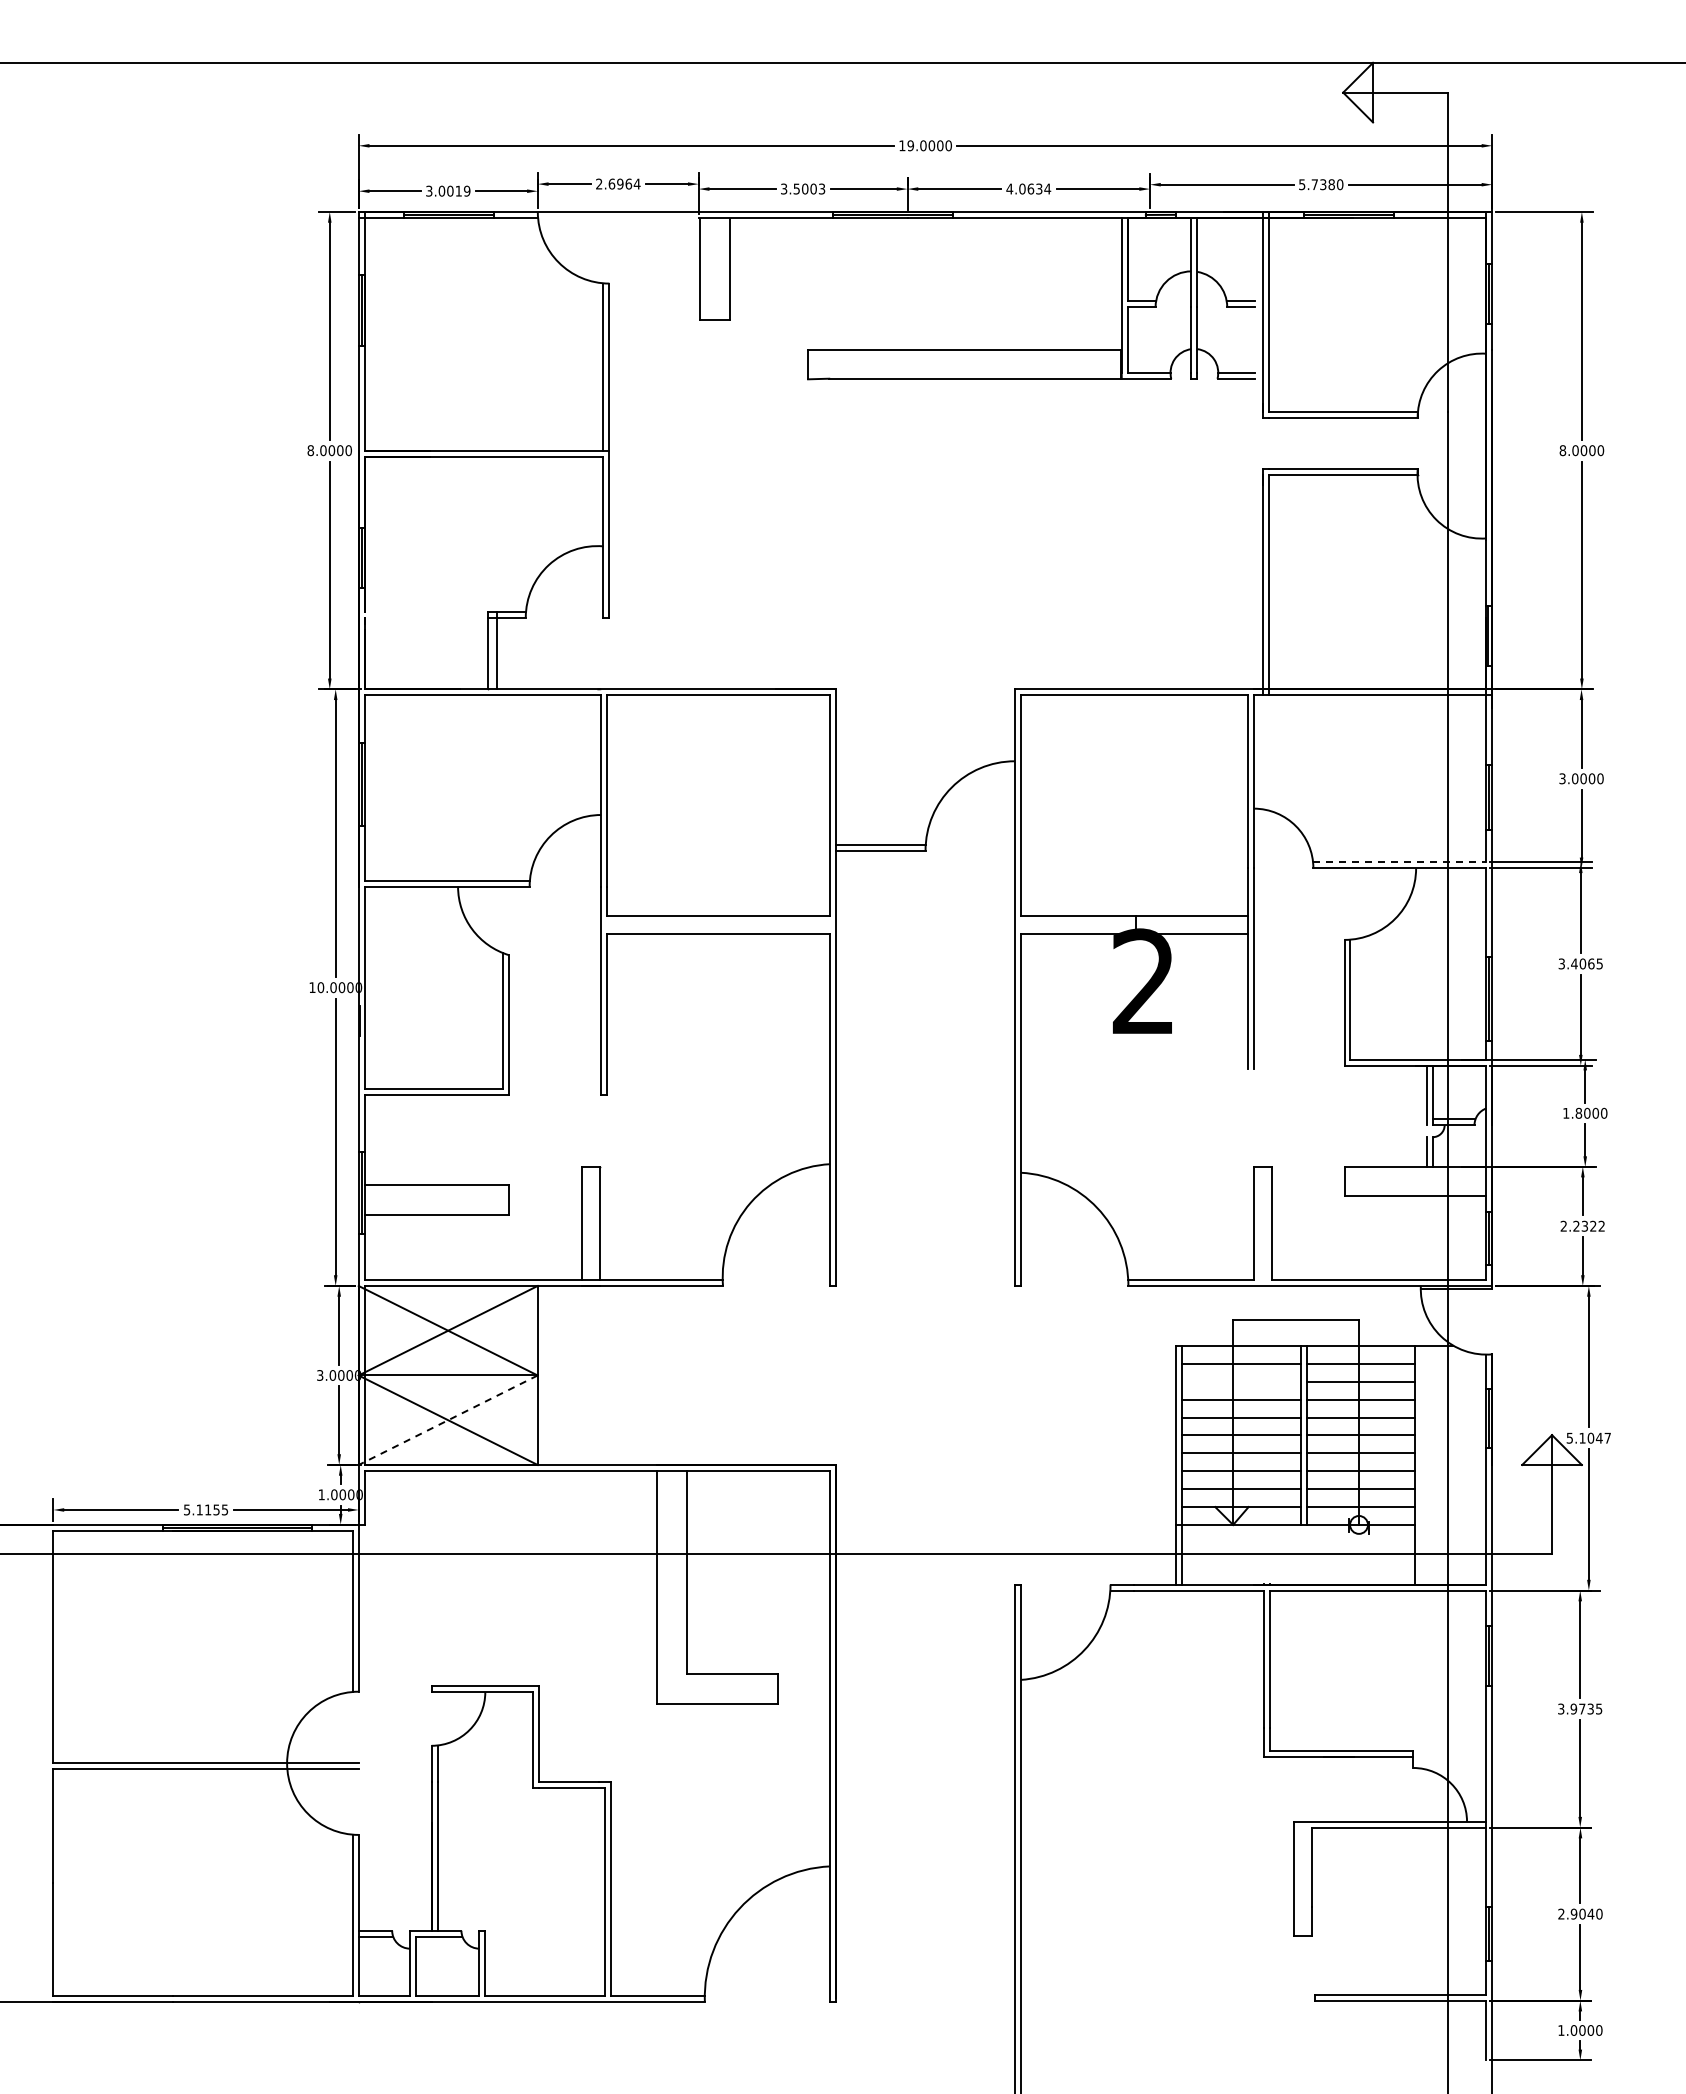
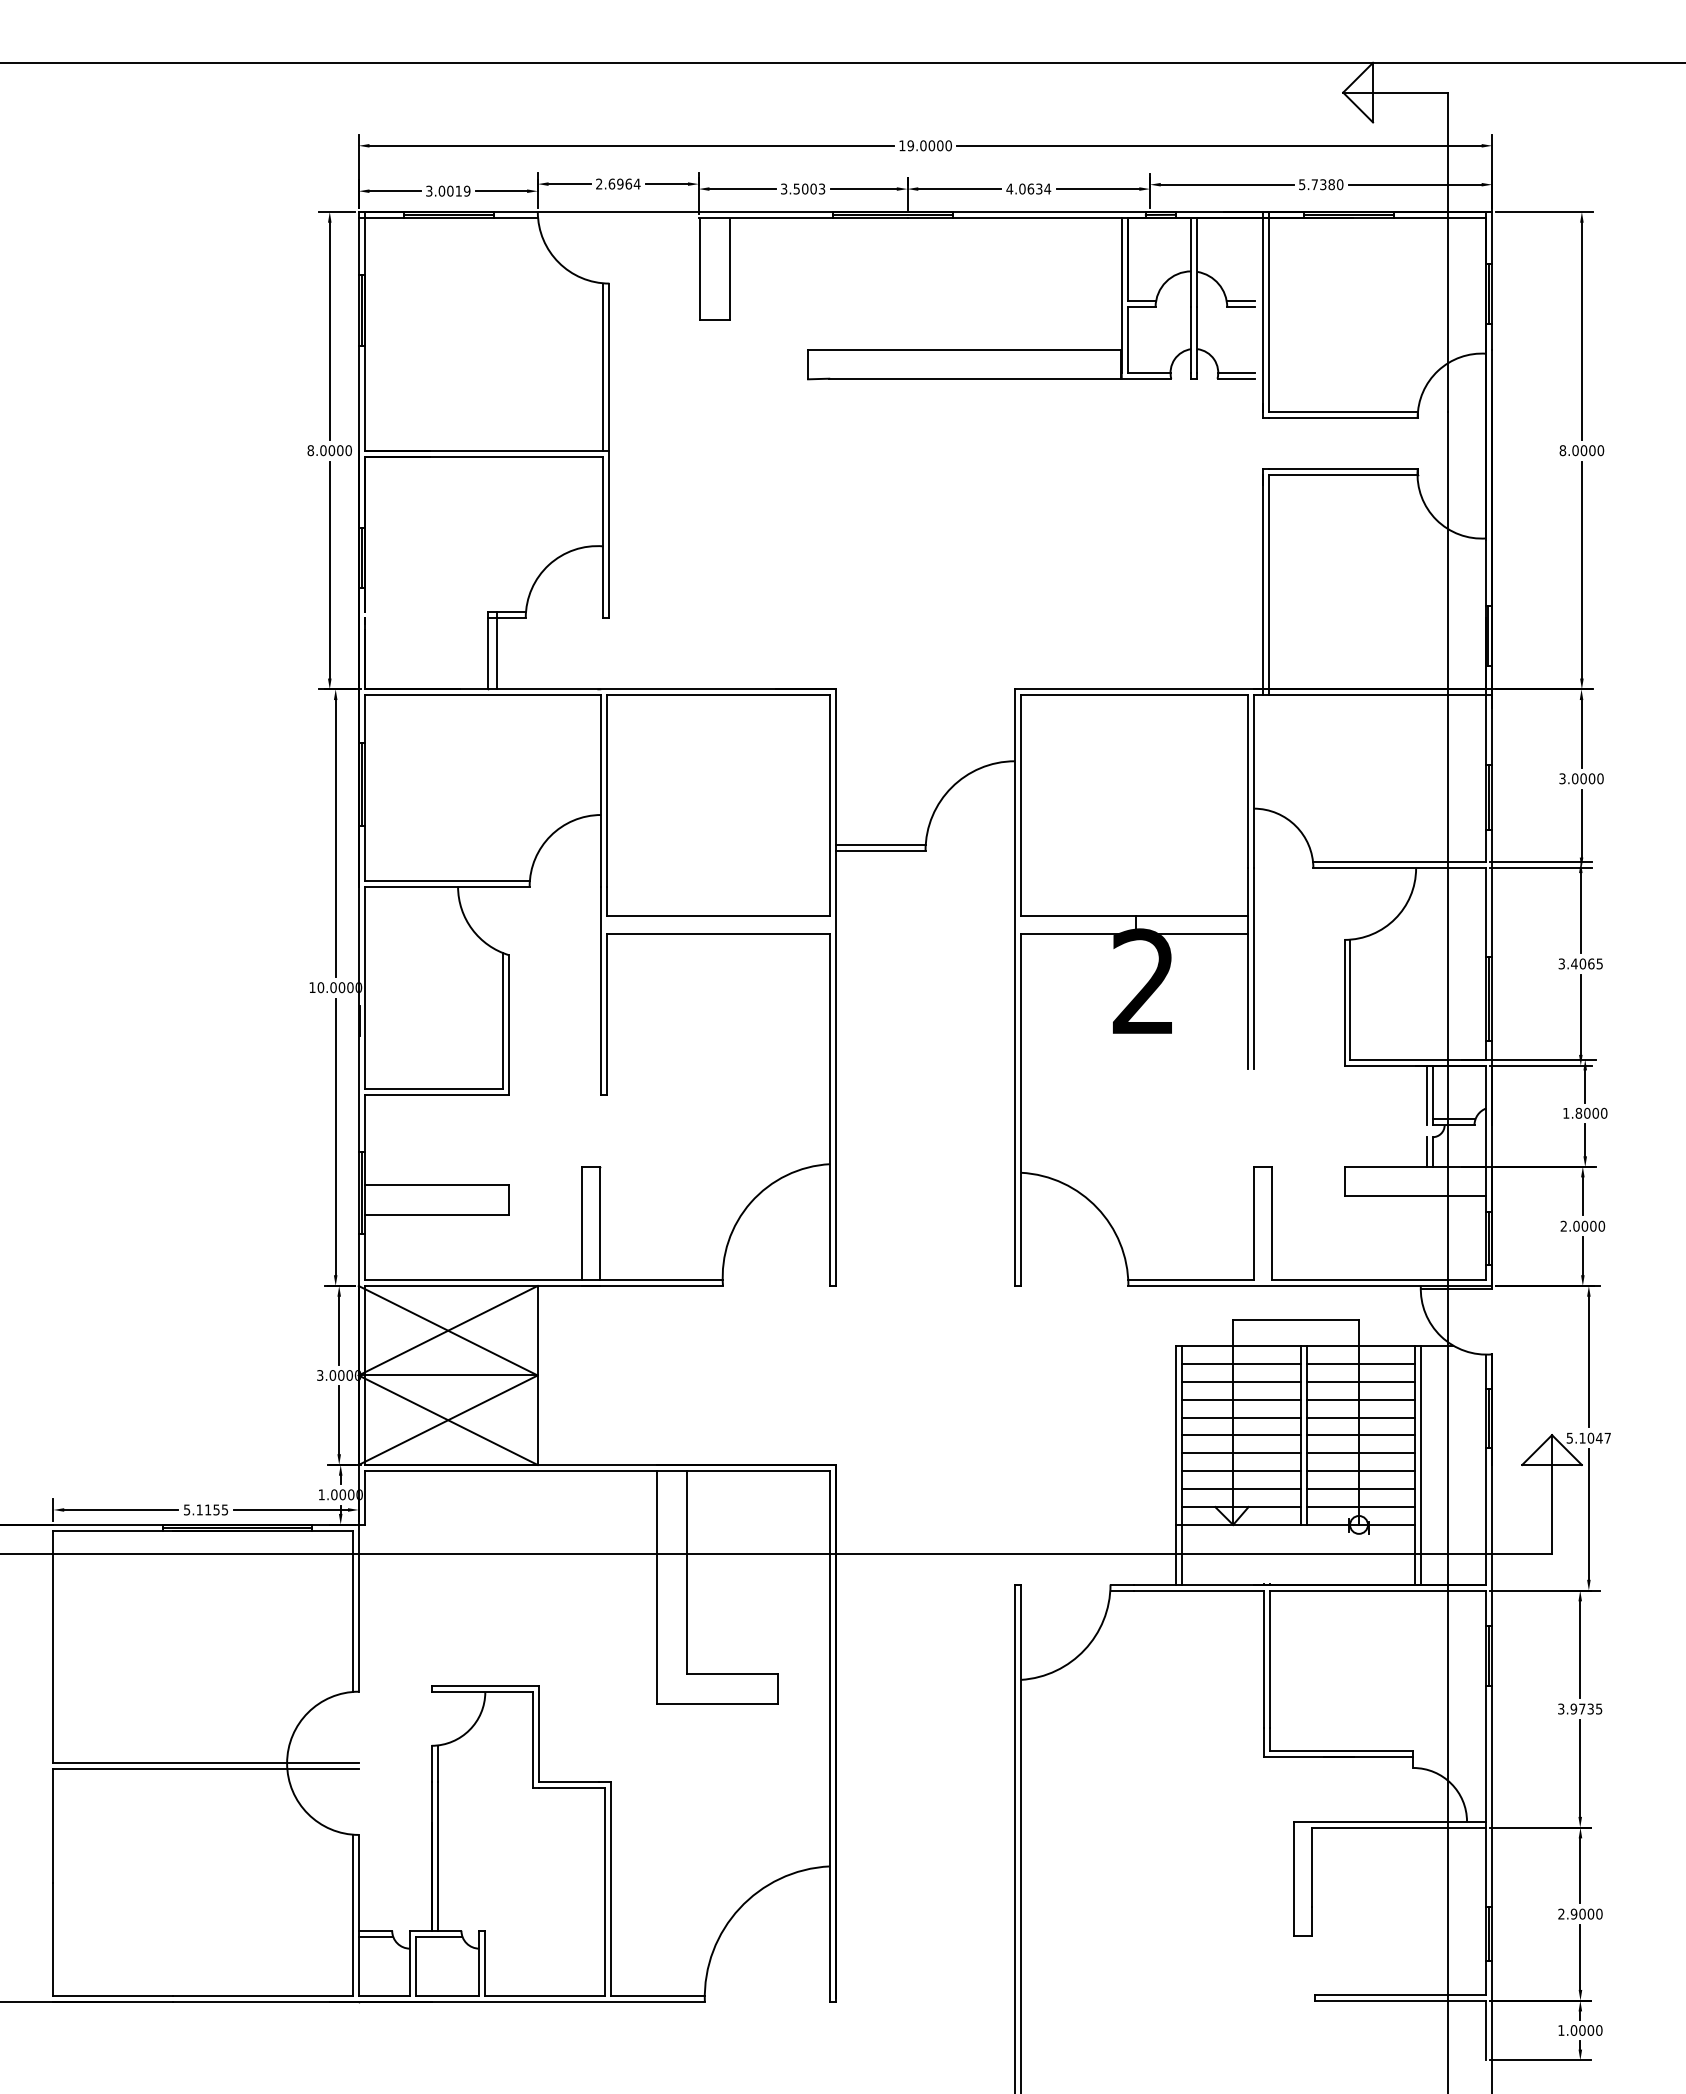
line at (1399, 862): dashed -> solid
text at (1589, 1225): 2.2322 -> 2.0000
line at (1241, 1381): none -> present
line at (447, 1420): dashed -> solid
line at (1420, 1464): none -> present
text at (1590, 1913): 2.9040 -> 2.9000
